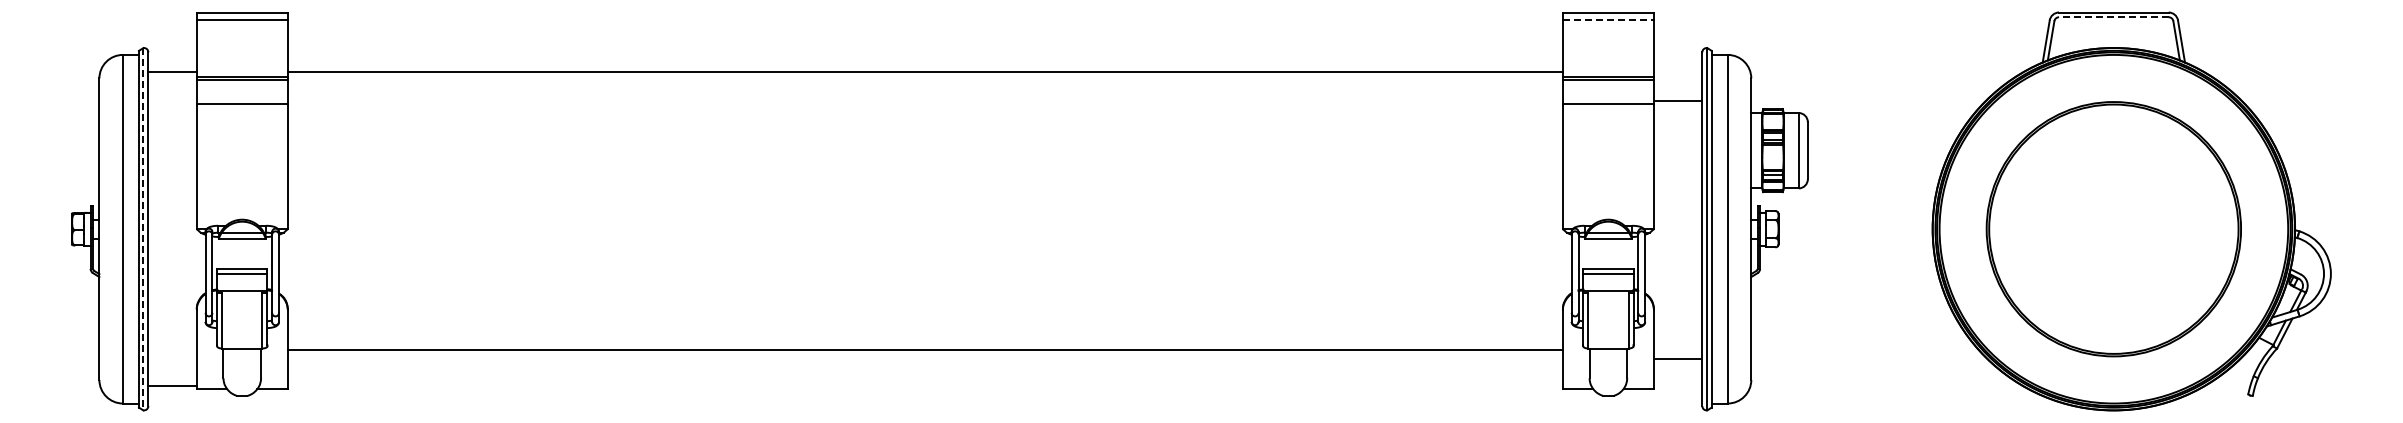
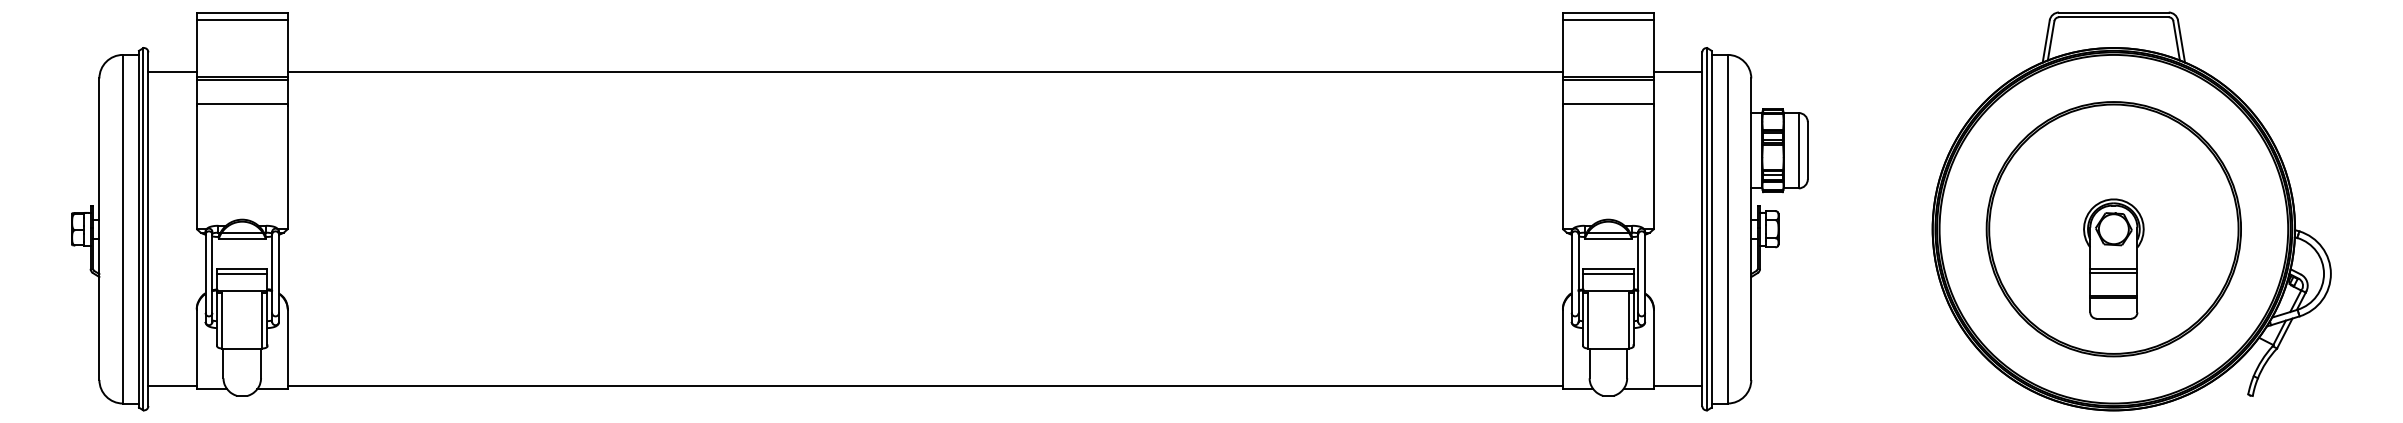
line at (2113, 17): dashed -> solid
line at (1608, 20): dashed -> solid
line at (1677, 101) position: (1677, 101) -> (1677, 72)
line at (143, 229): dashed -> solid
part at (2113, 258): none -> present
line at (924, 350) position: (924, 350) -> (924, 386)
line at (1677, 359) position: (1677, 359) -> (1677, 386)
